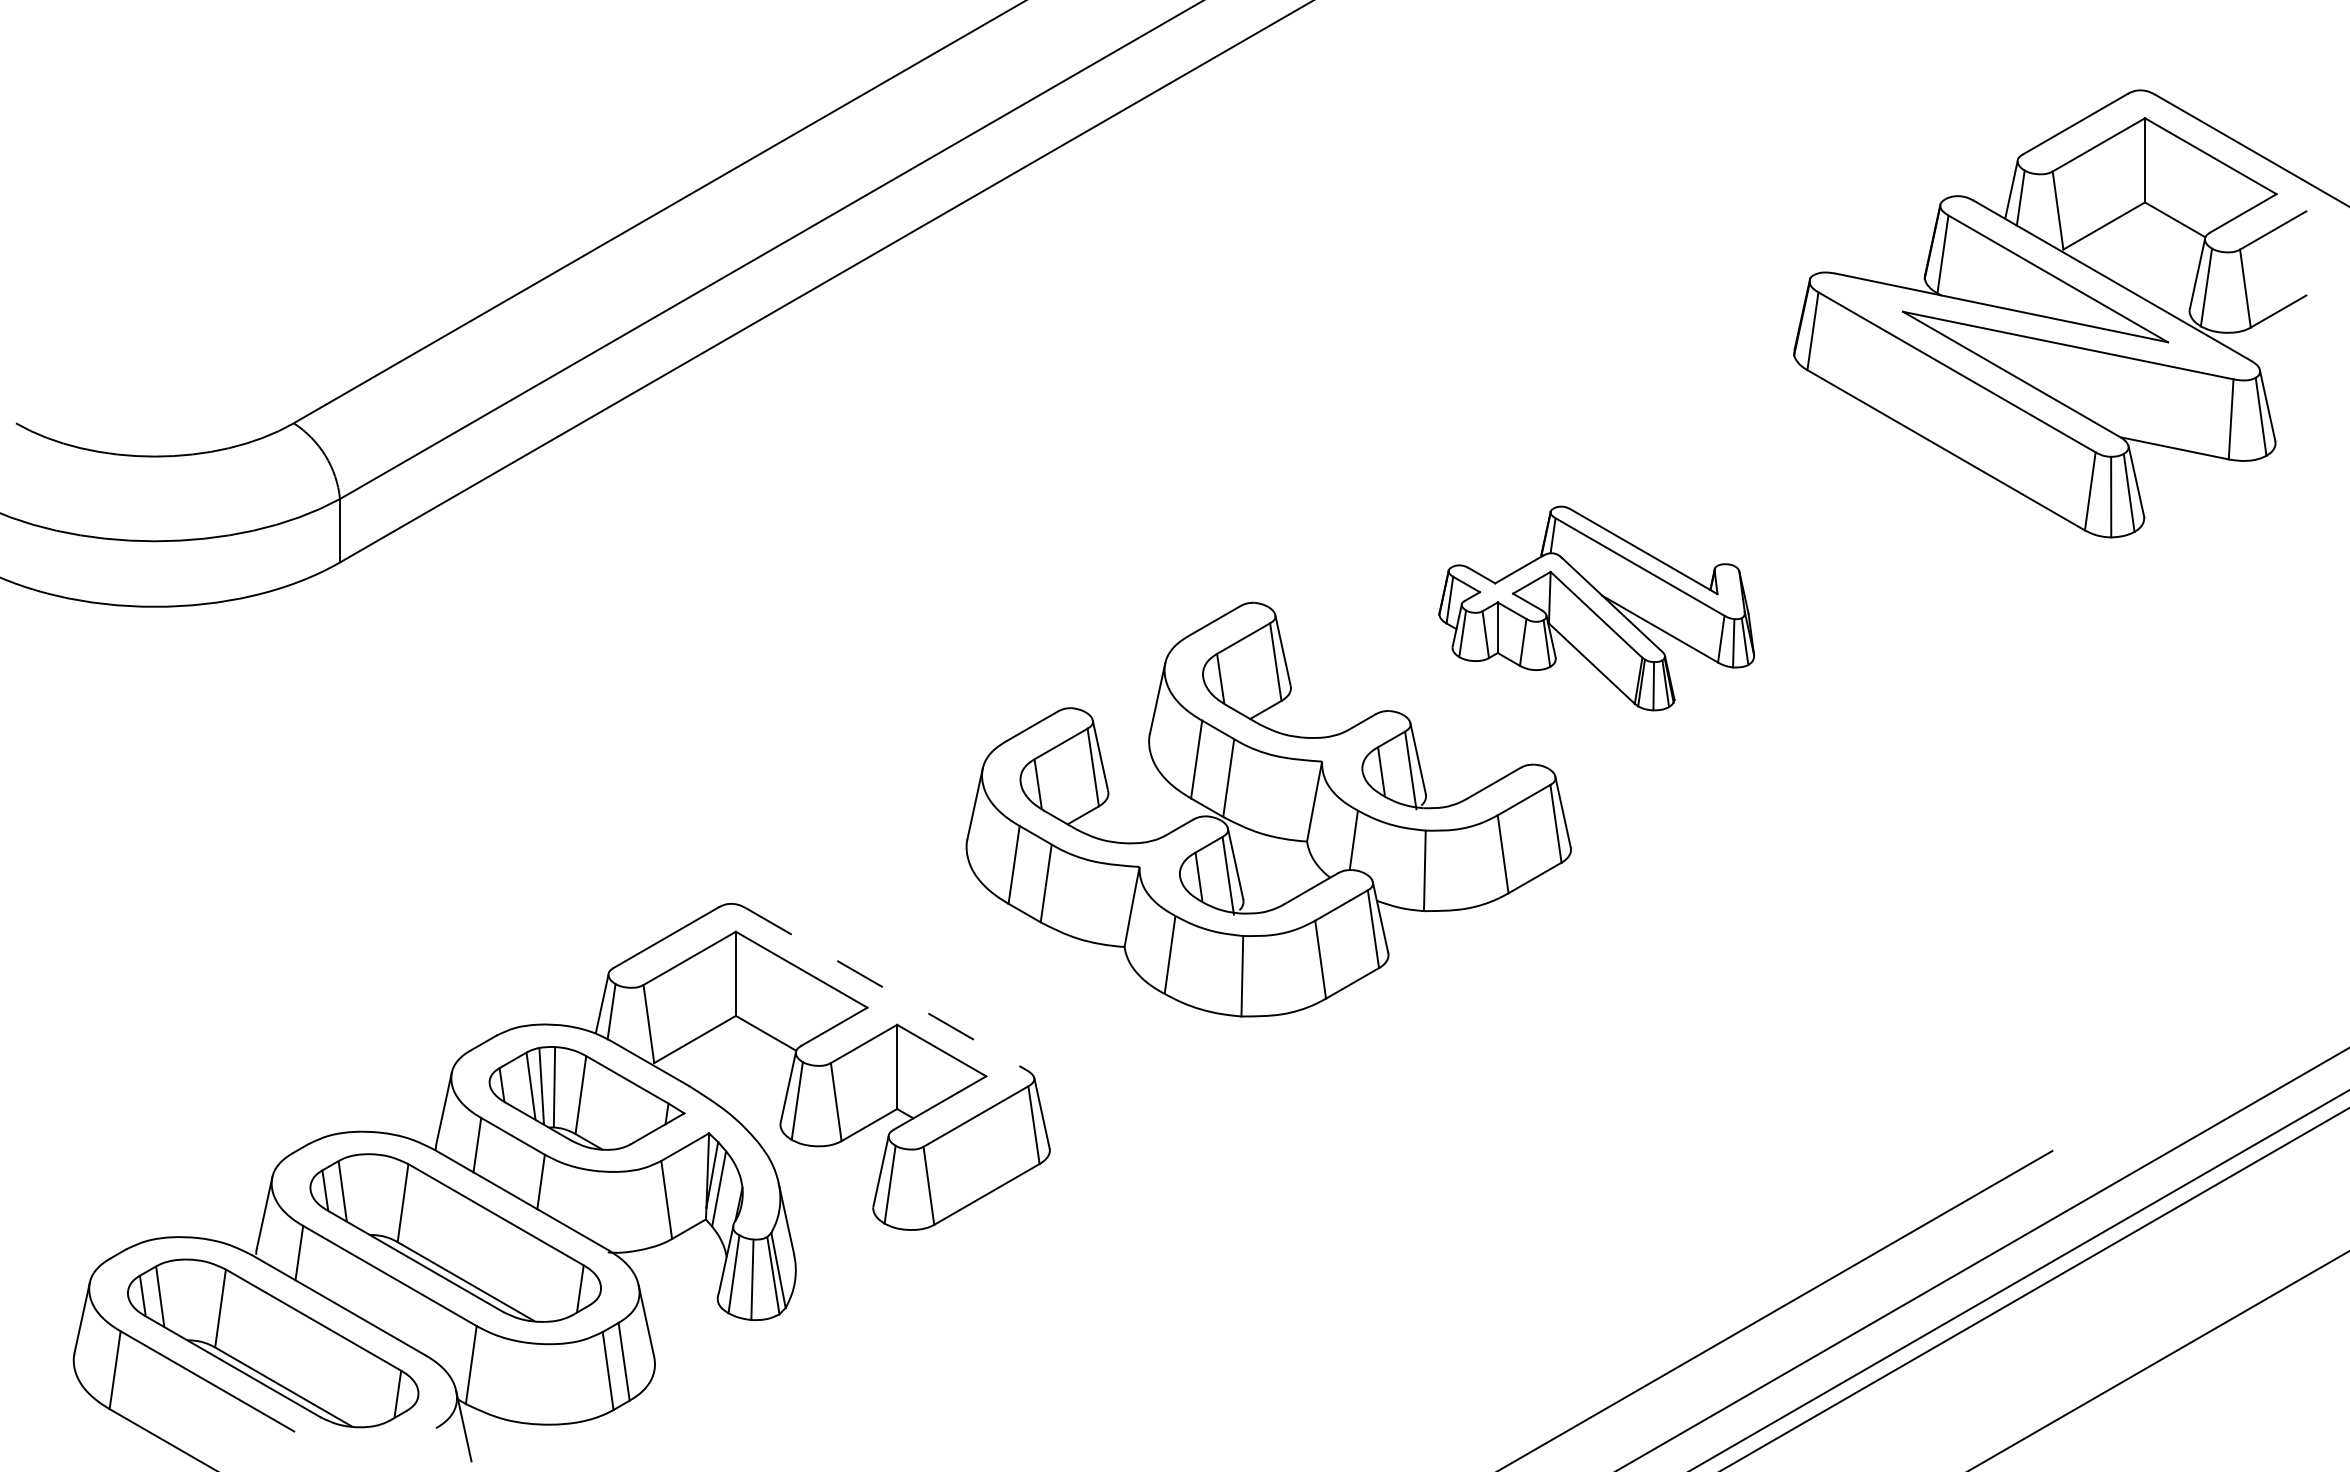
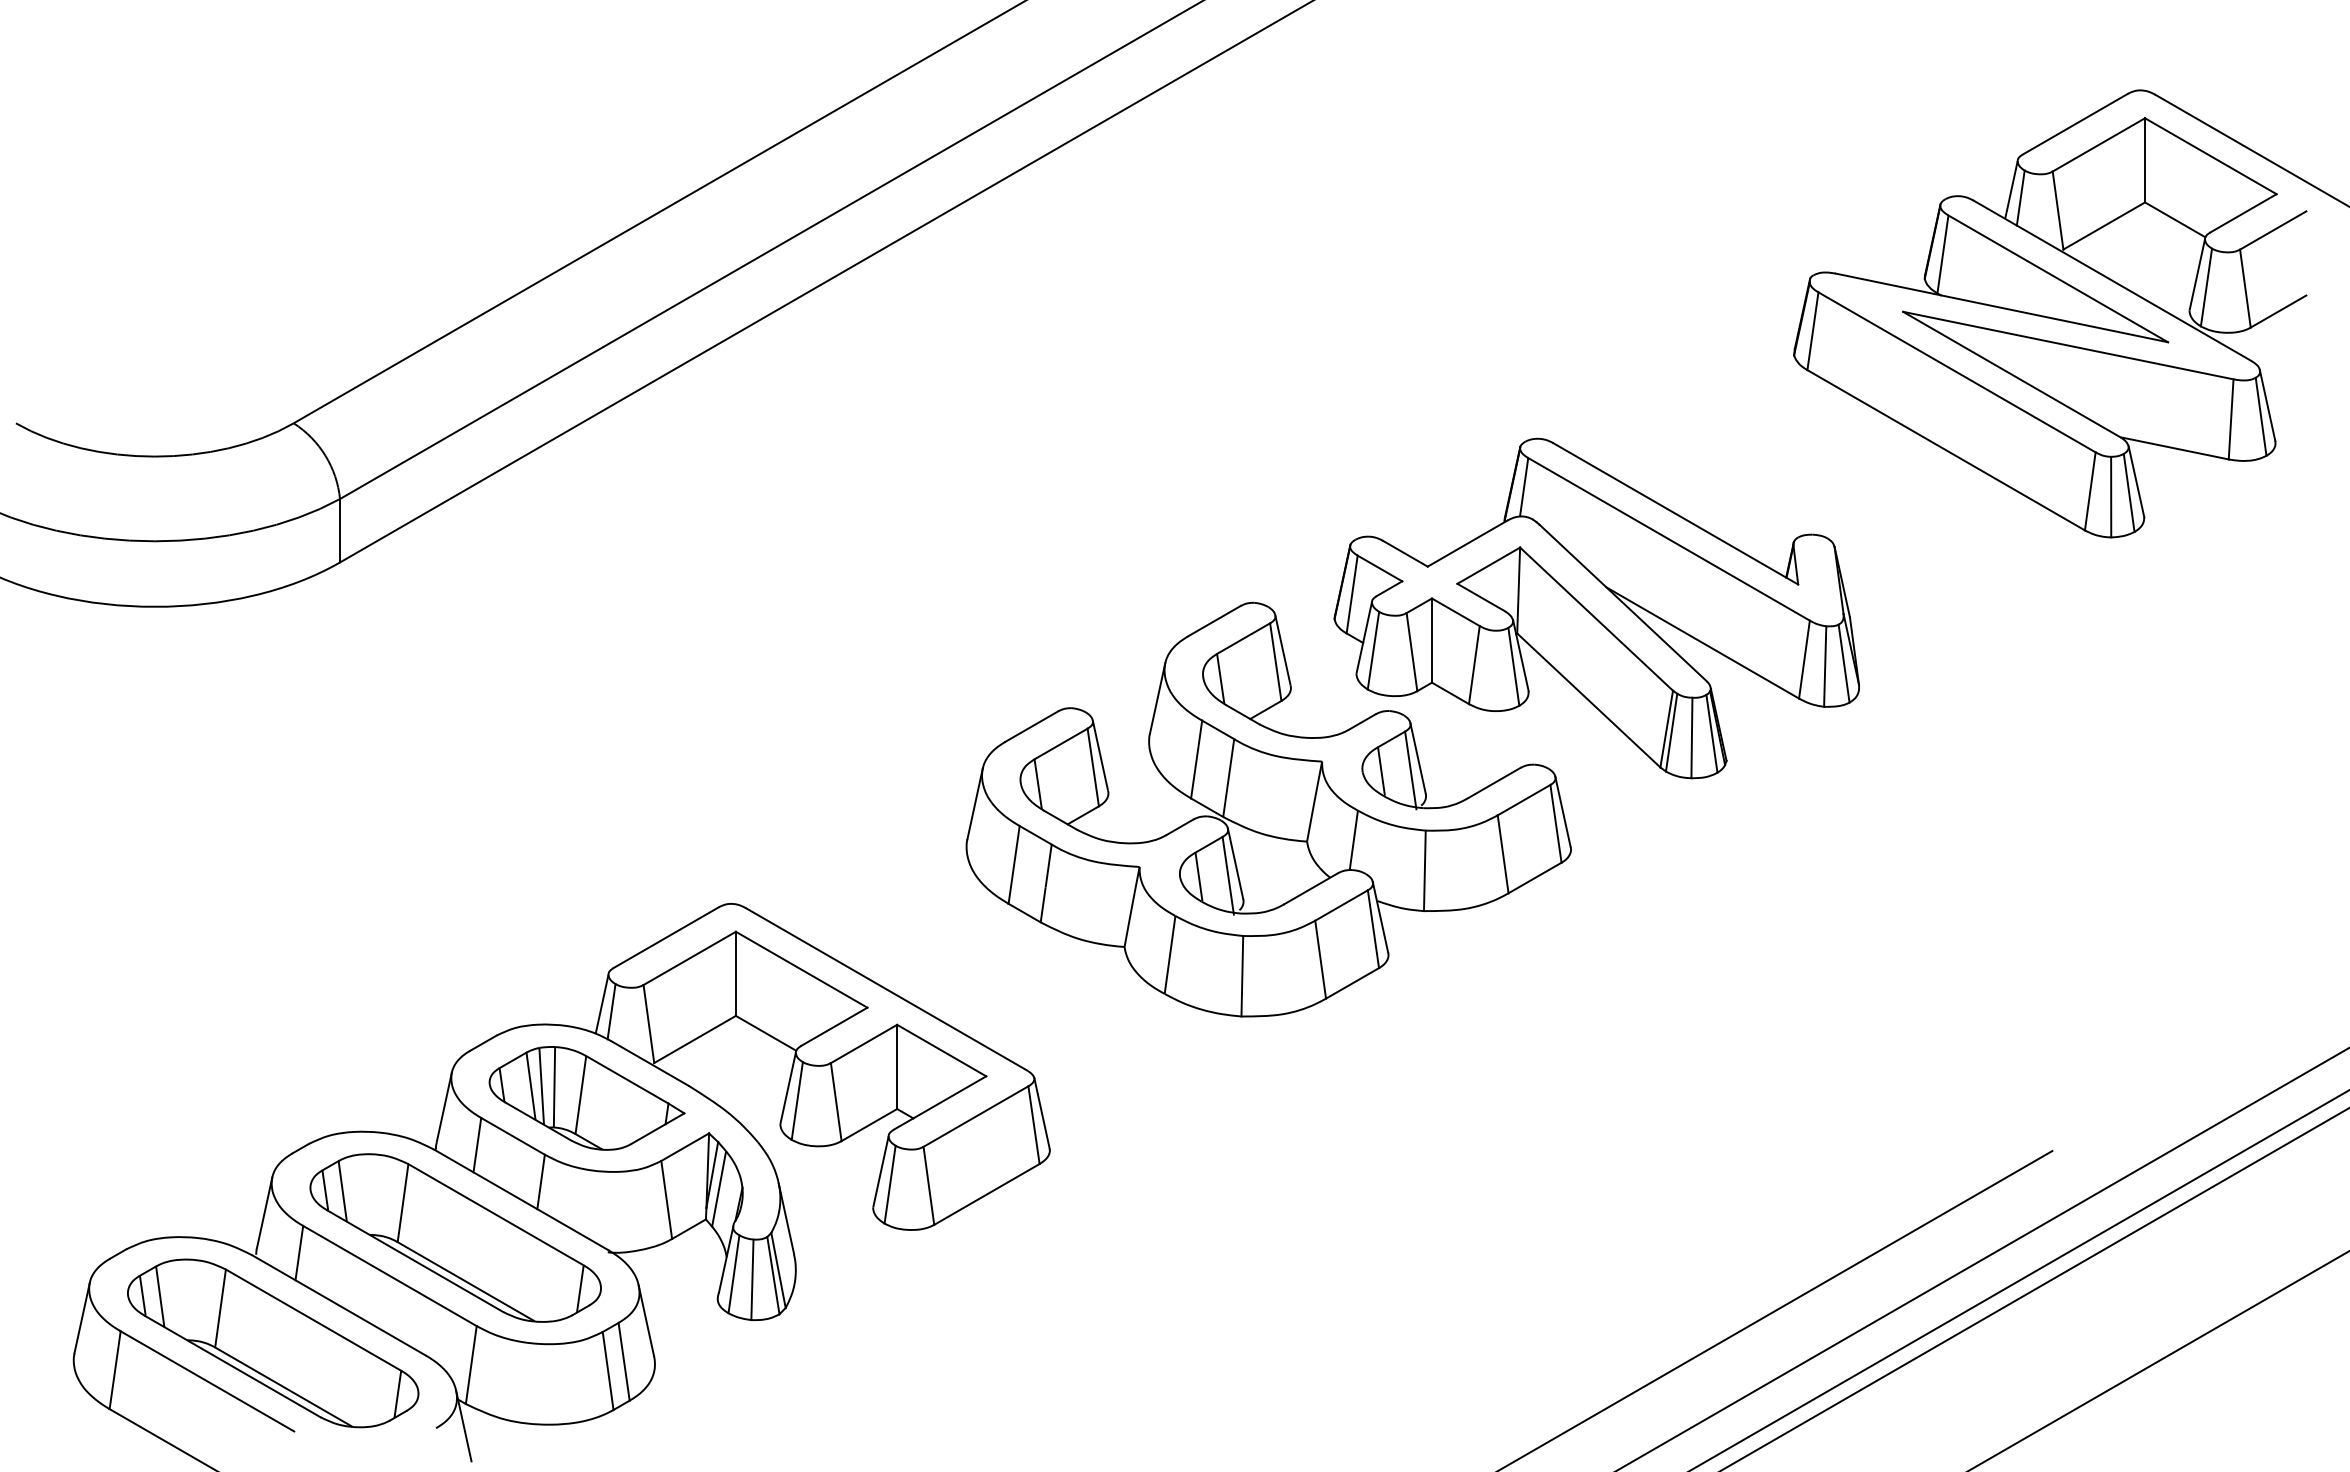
part at (1596, 608) size: 317x207 px -> 527x343 px
line at (886, 989): dashed -> solid
